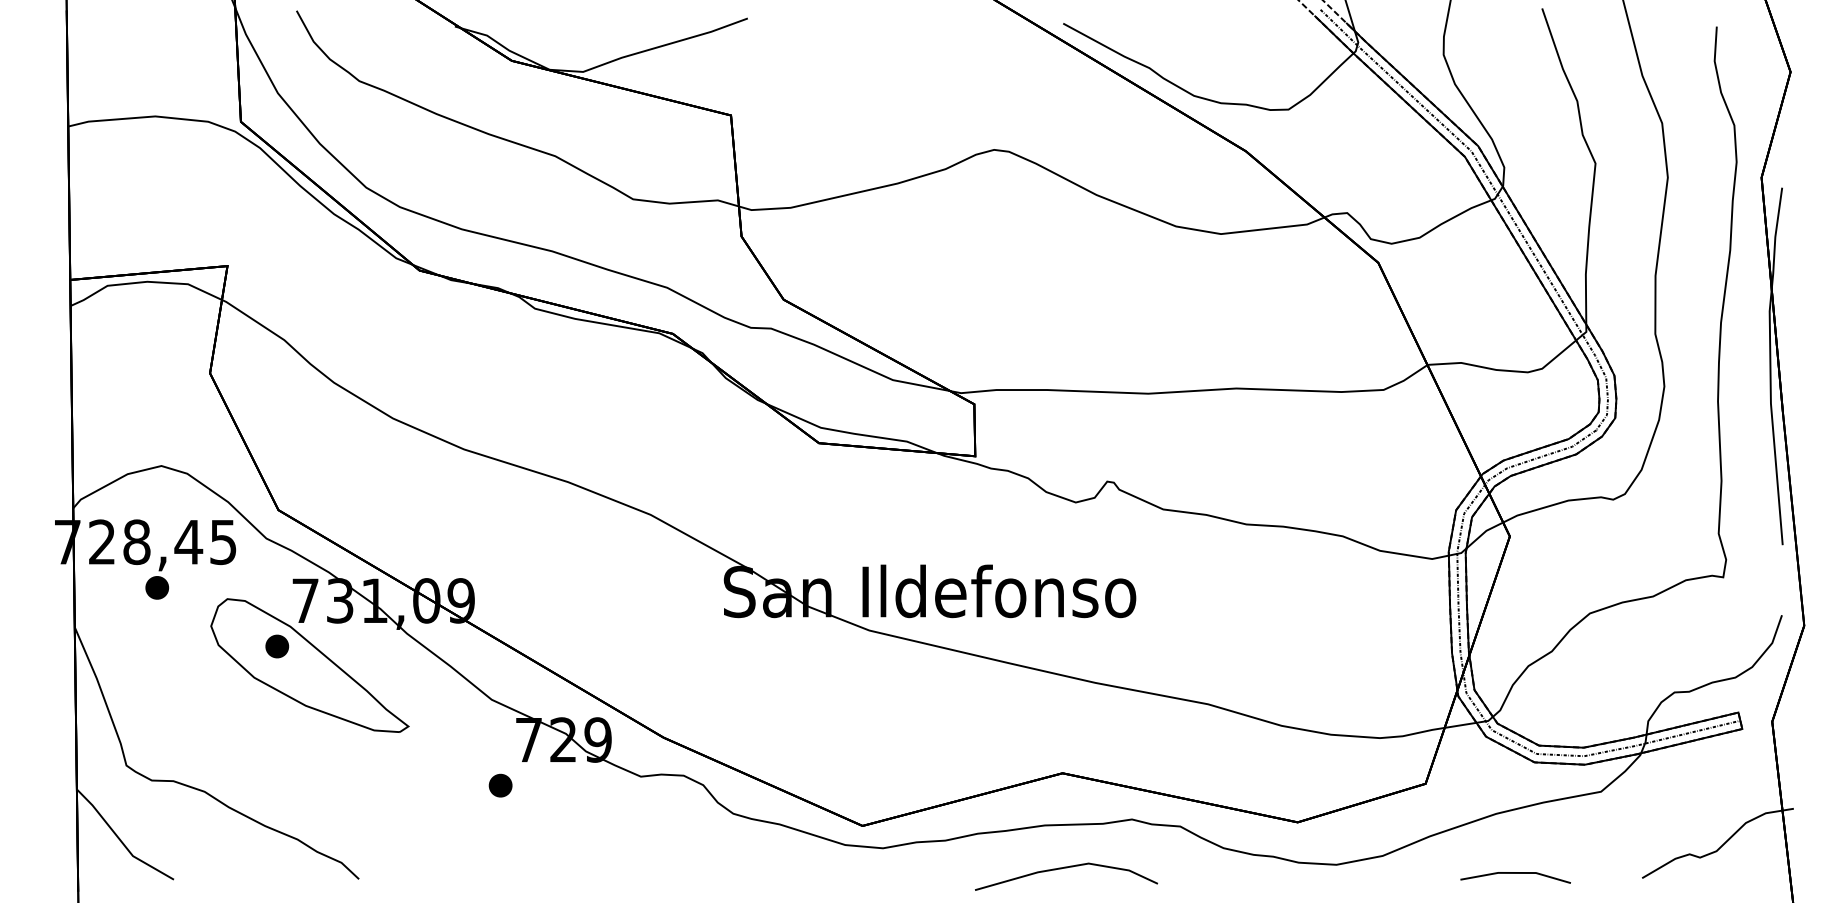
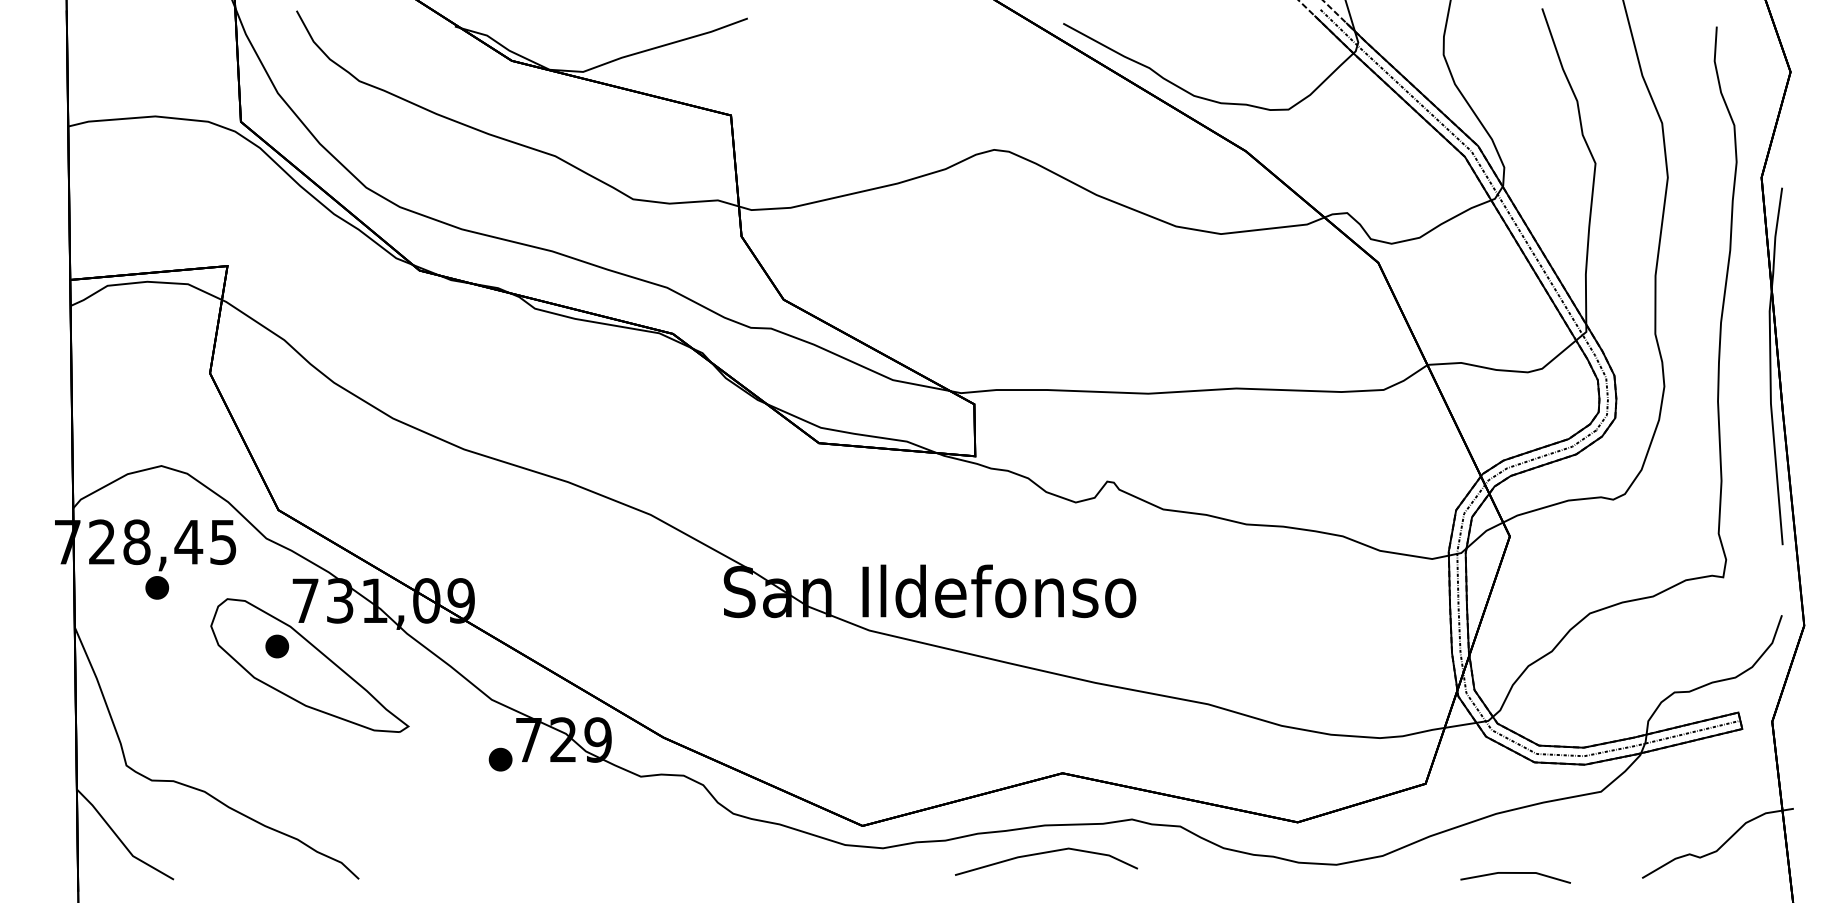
part at (500, 785) position: (500, 785) -> (500, 759)
line at (1066, 868) position: (1066, 868) -> (1046, 853)
